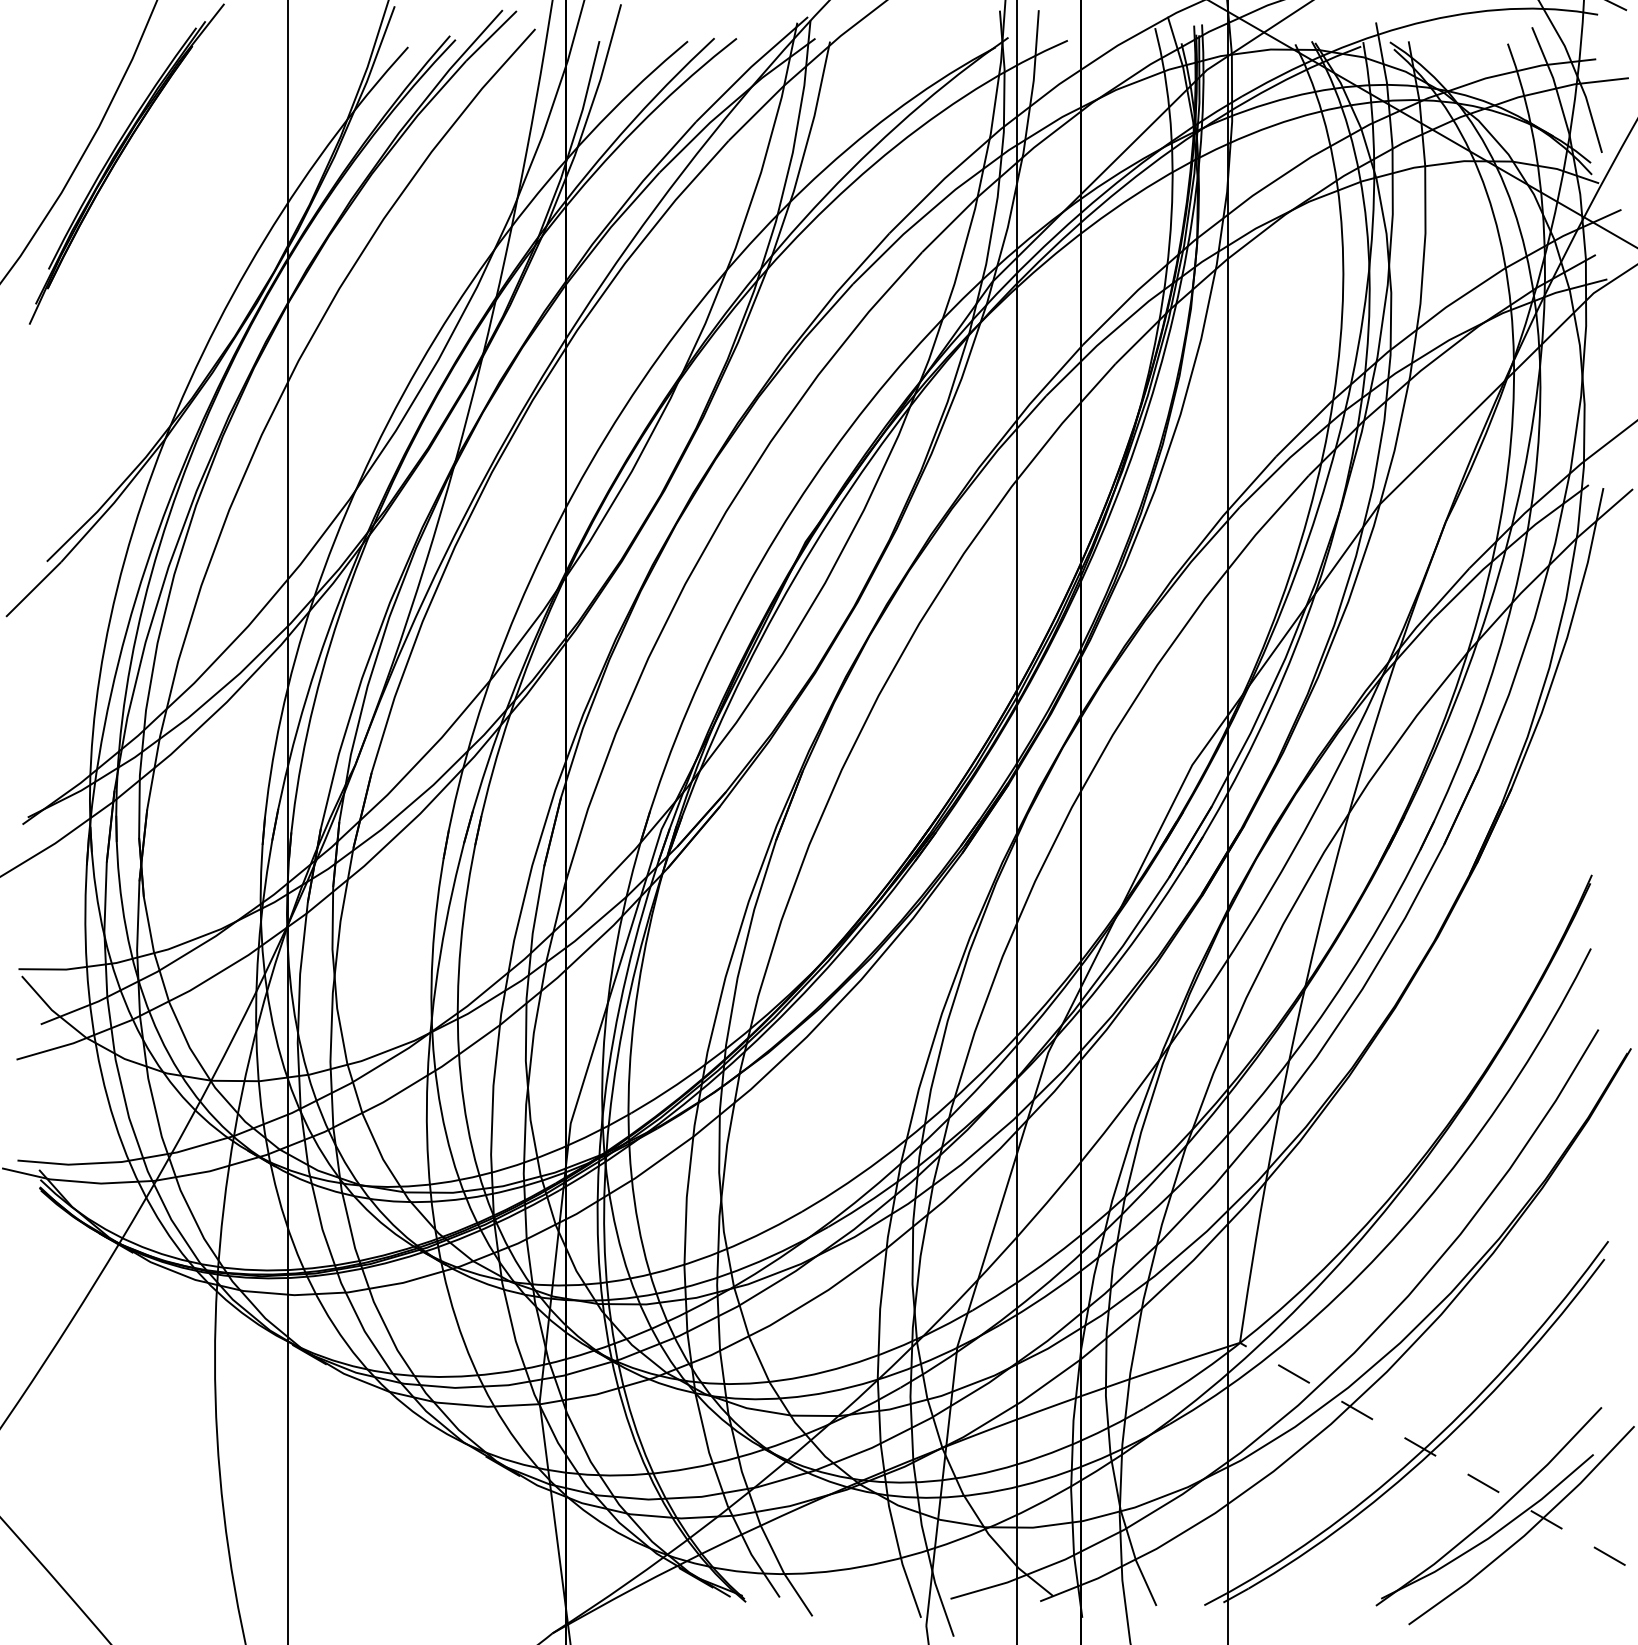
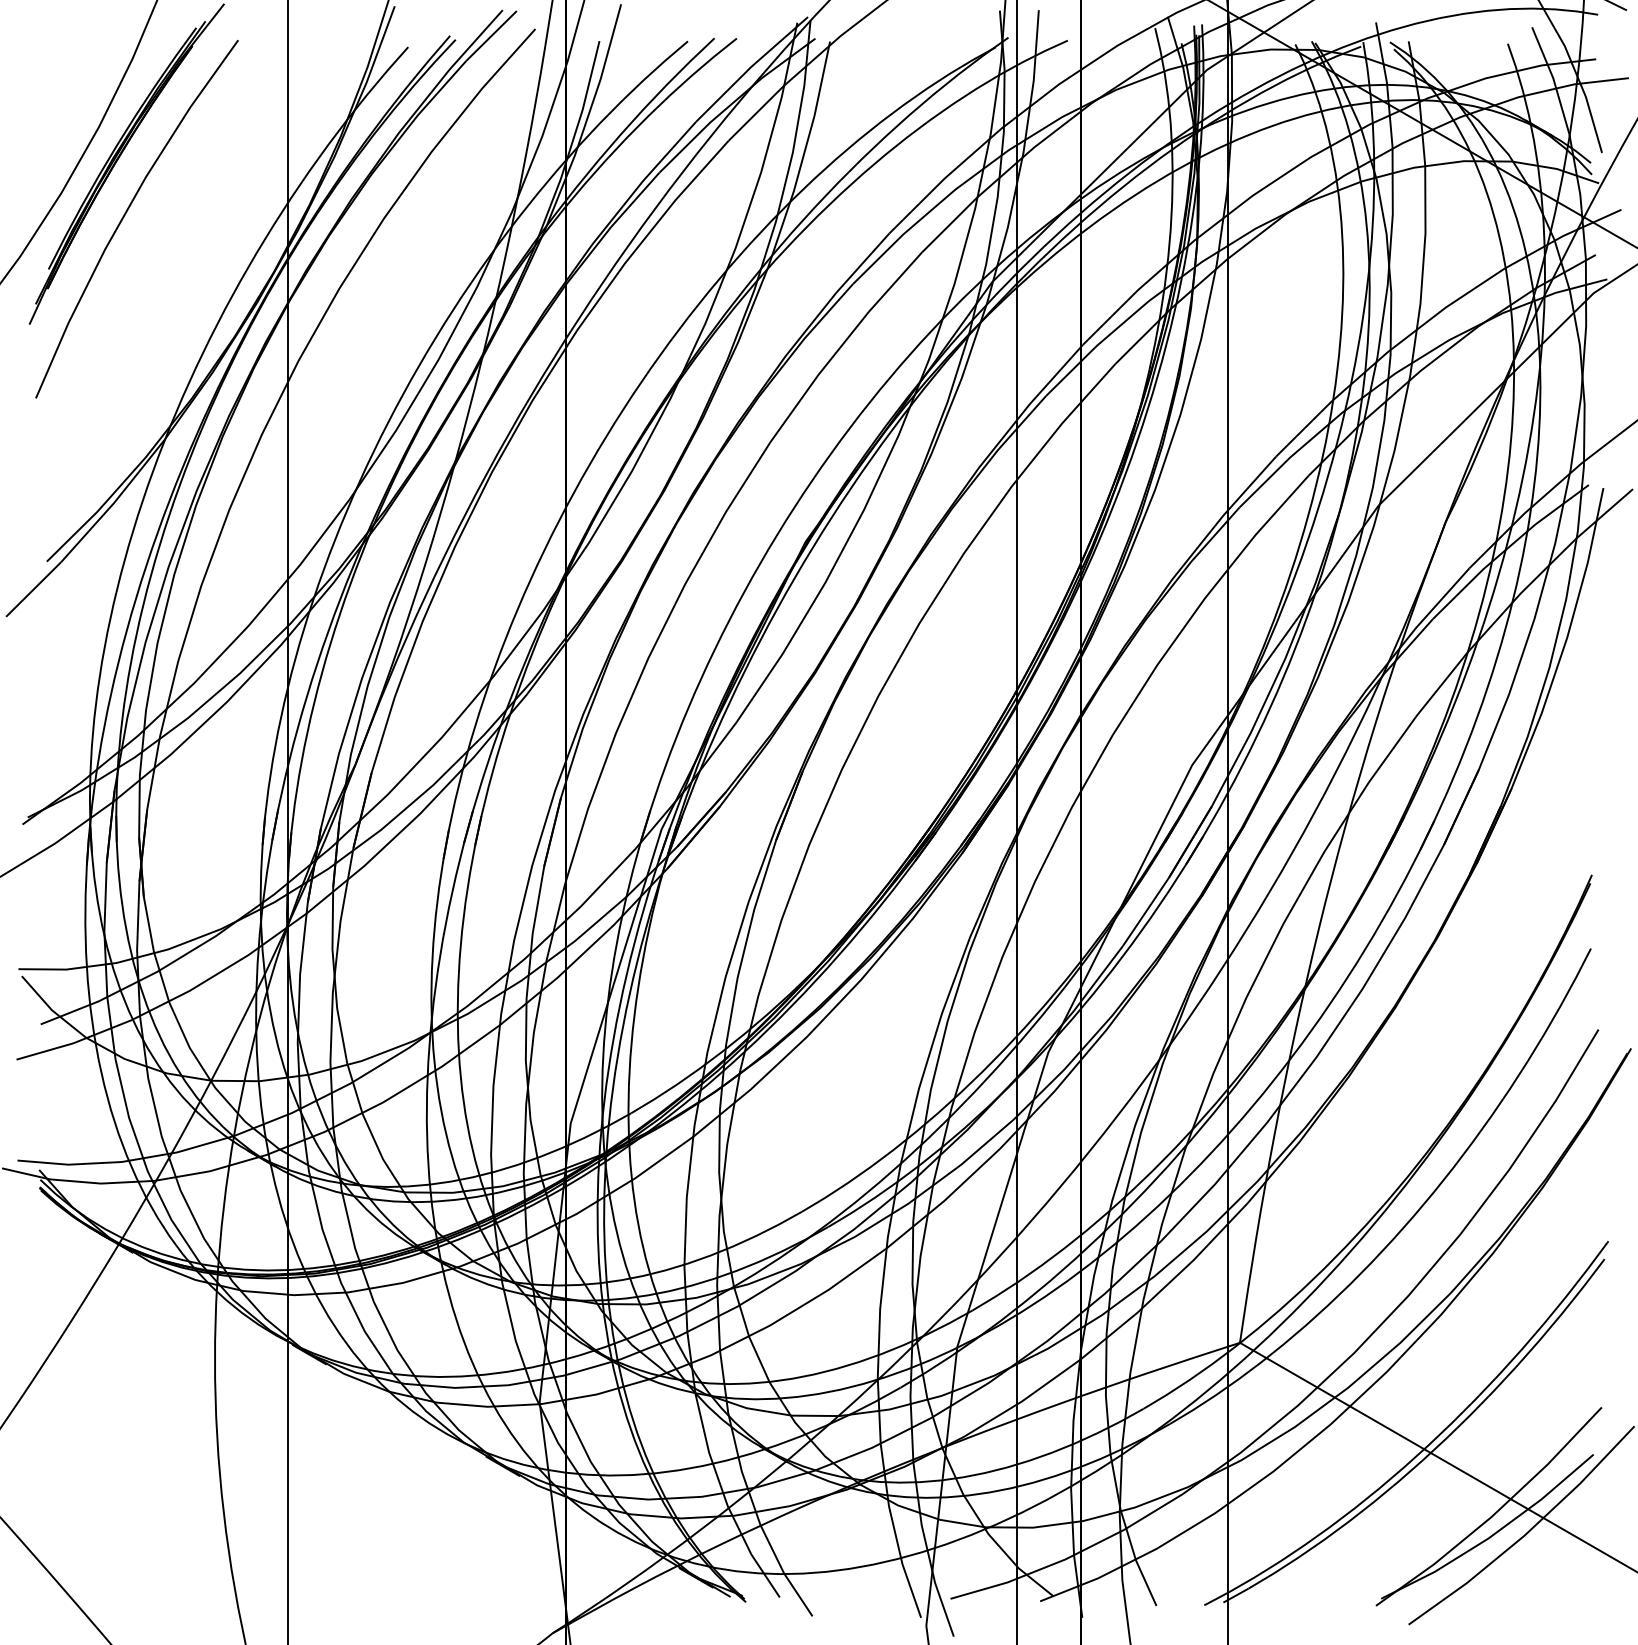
curve at (127, 212): none -> present
line at (1438, 1457): dashed -> solid
